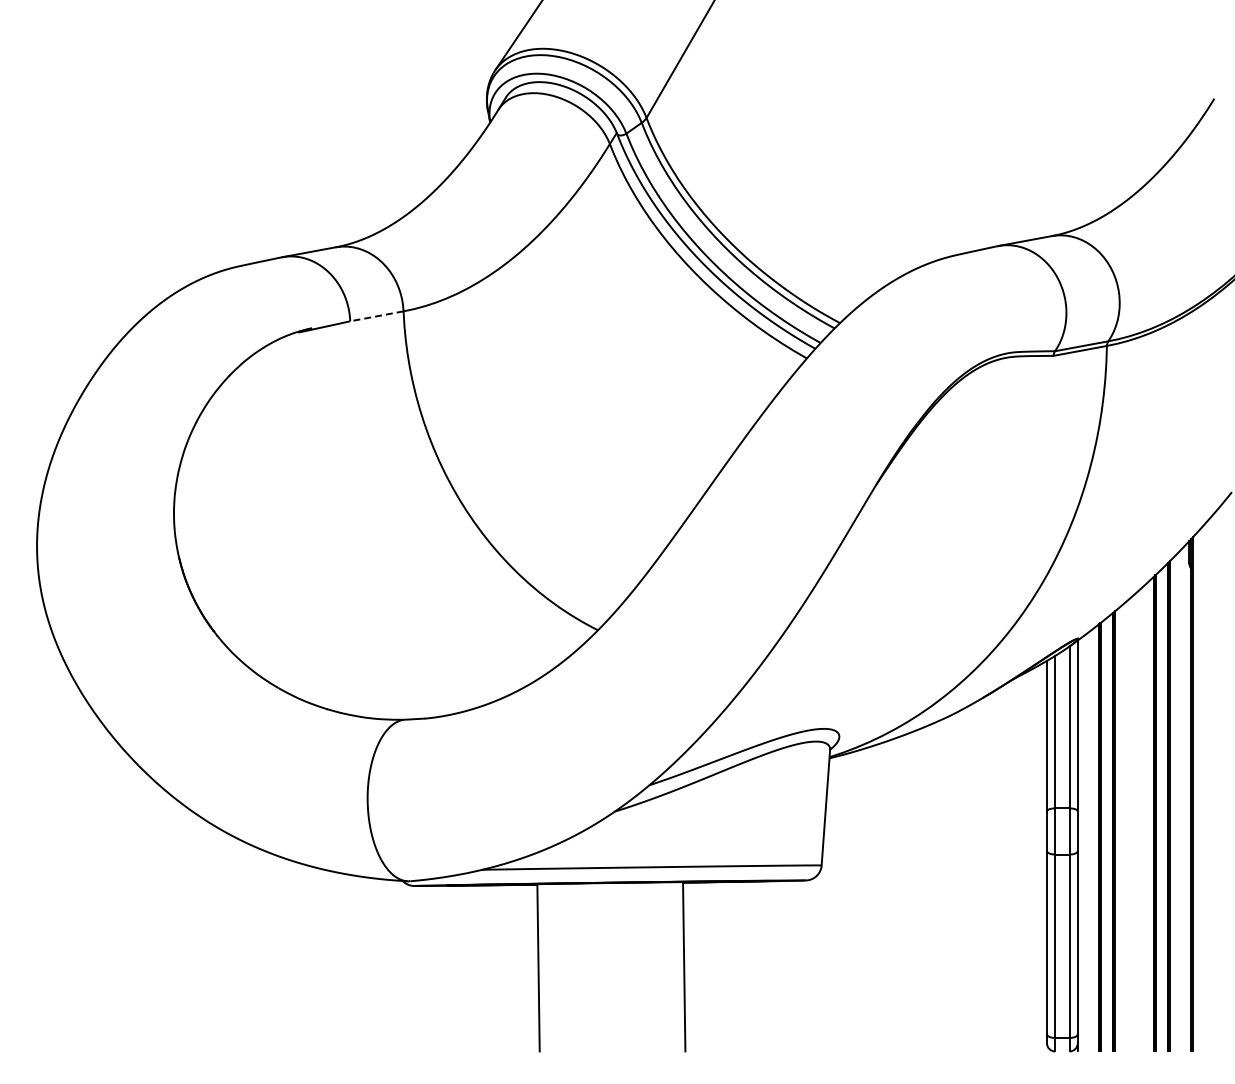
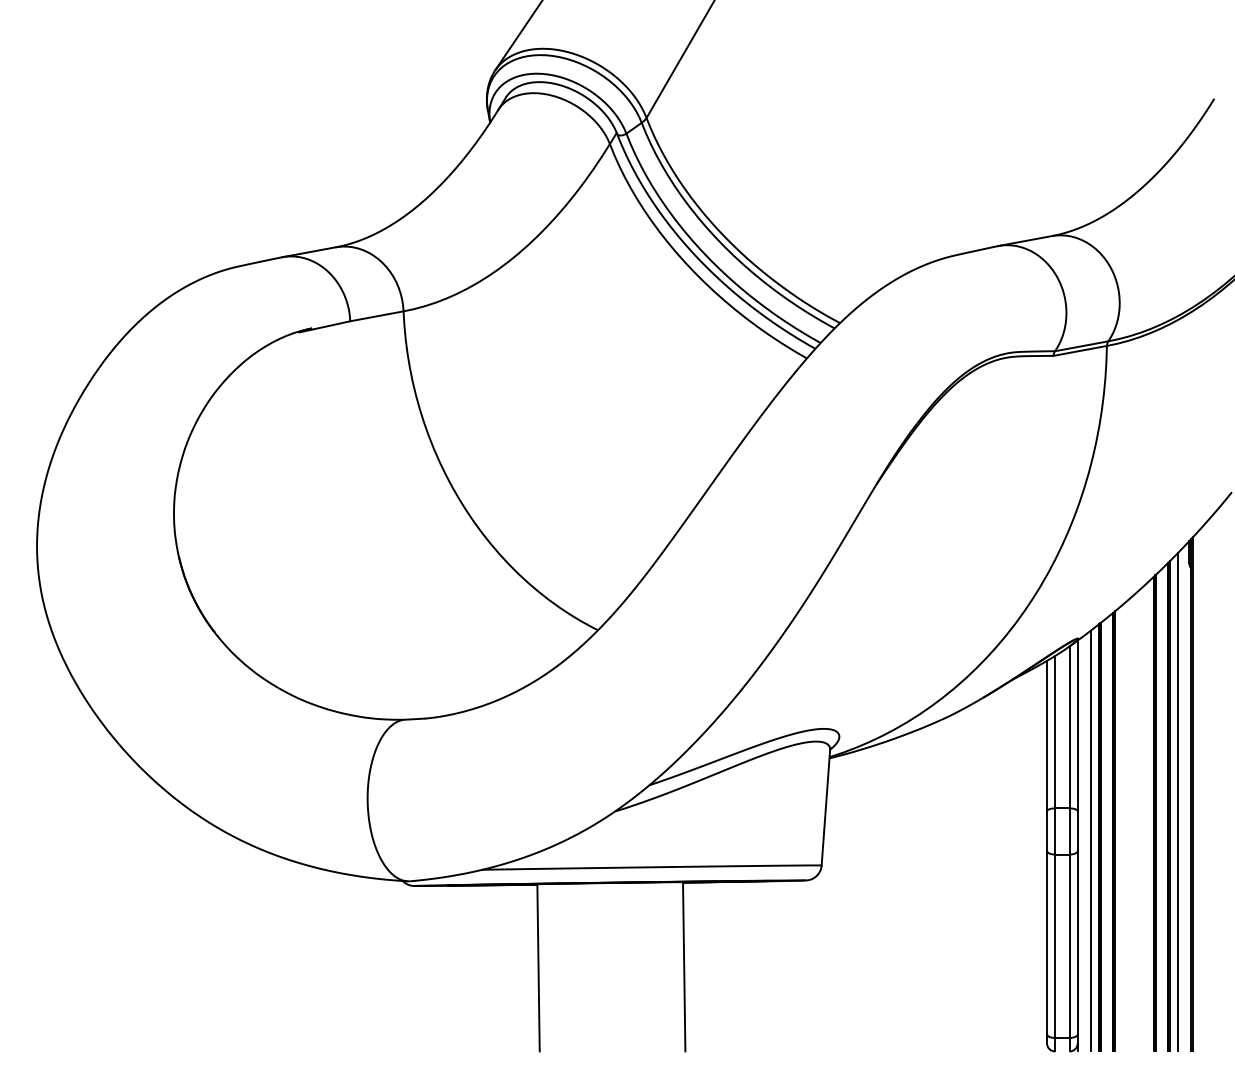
line at (376, 316): dashed -> solid
line at (1178, 801): none -> present
line at (1090, 840): none -> present
